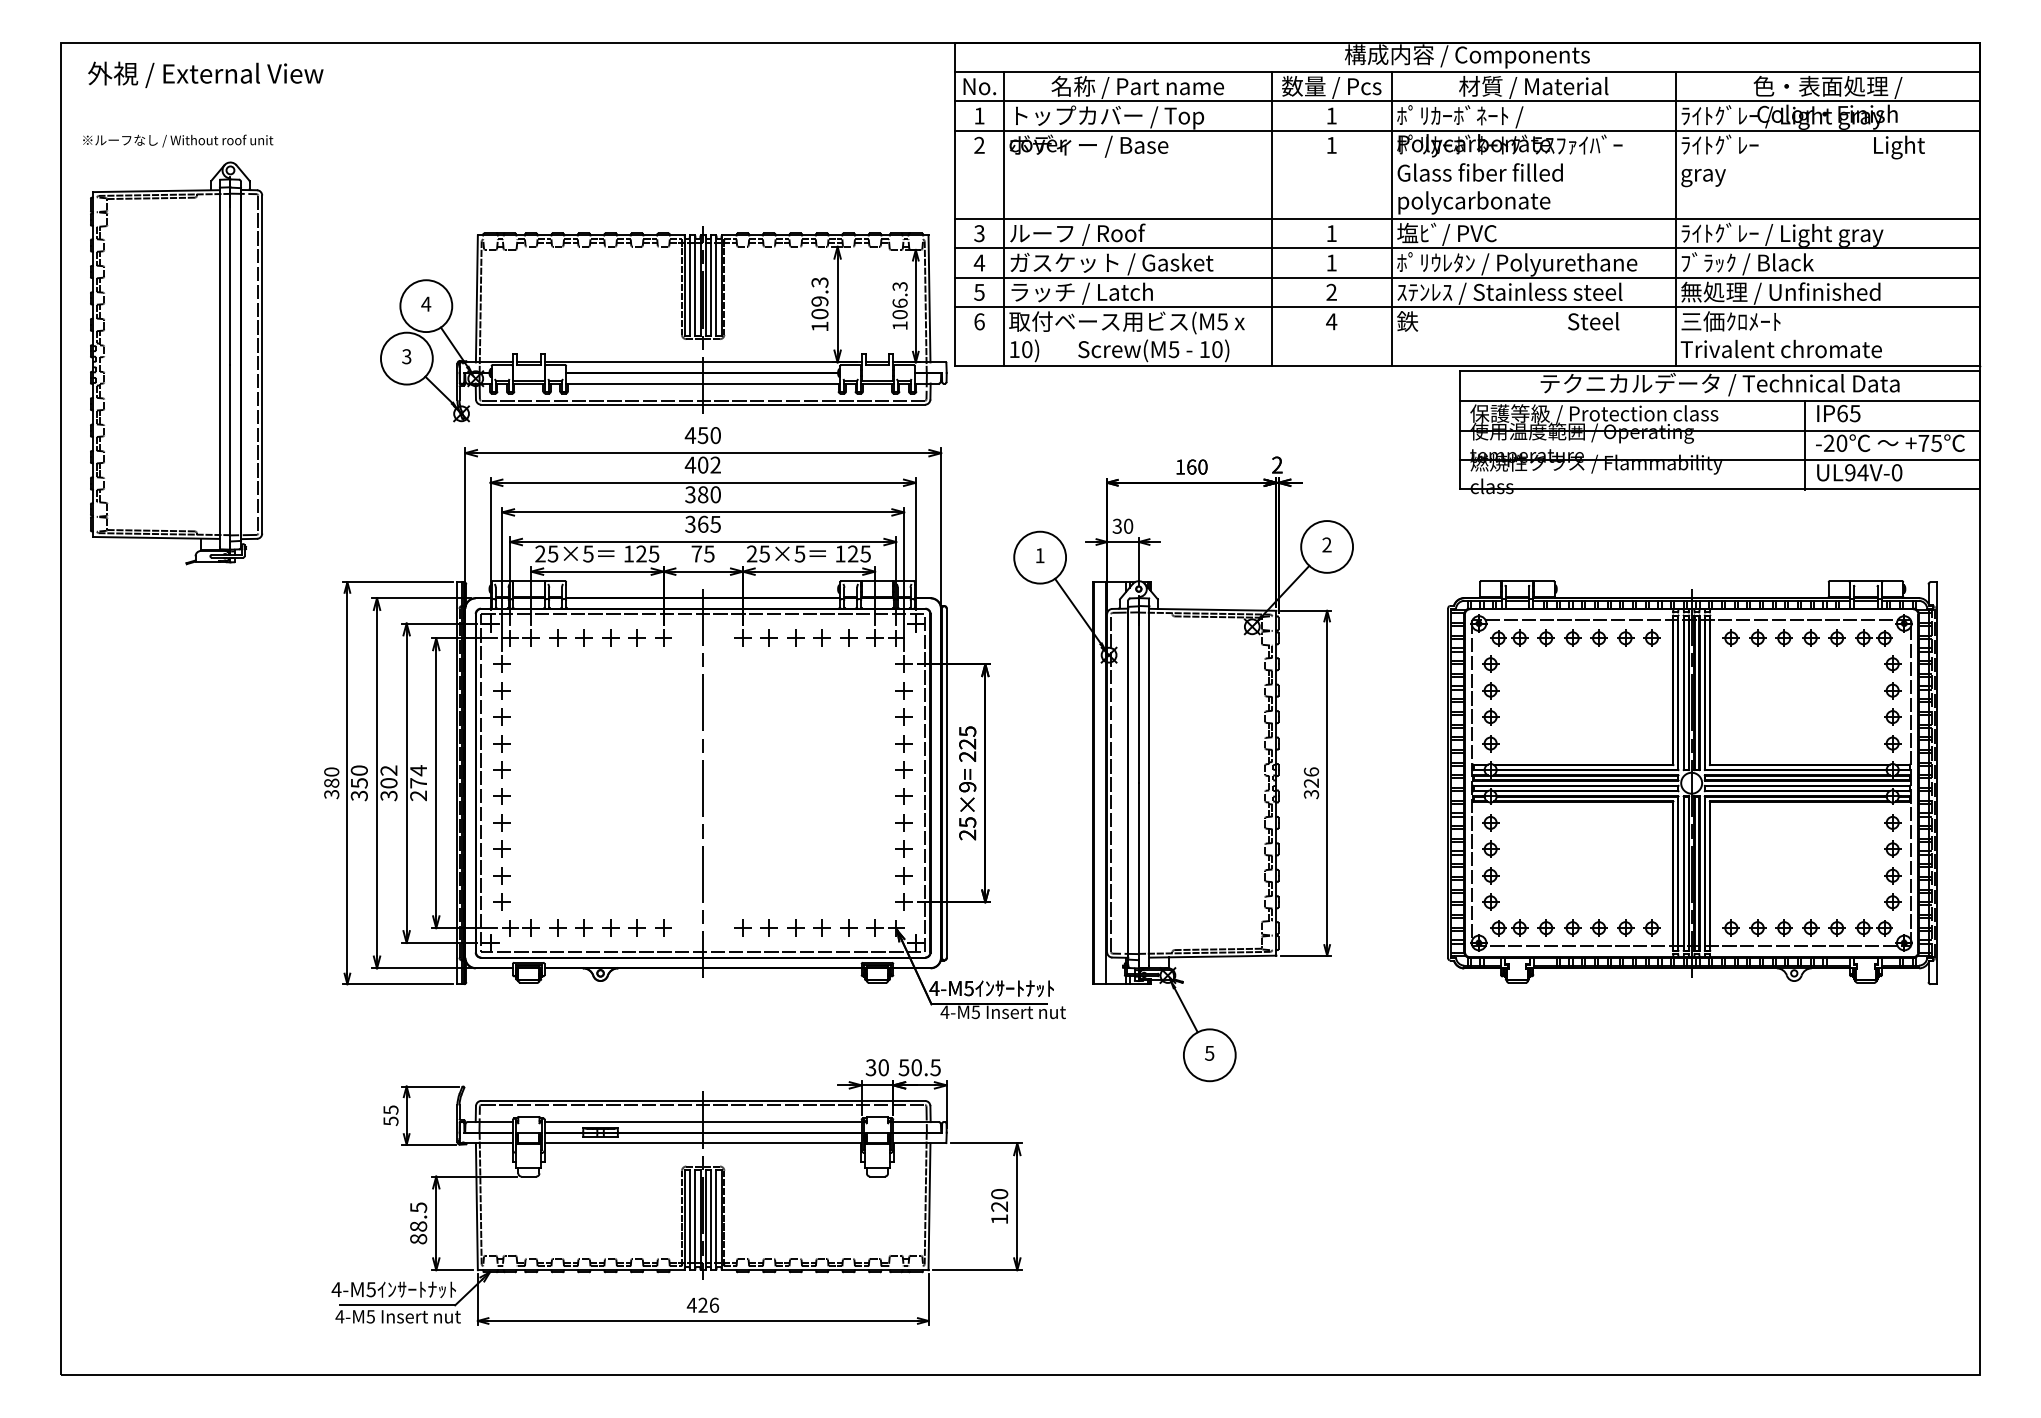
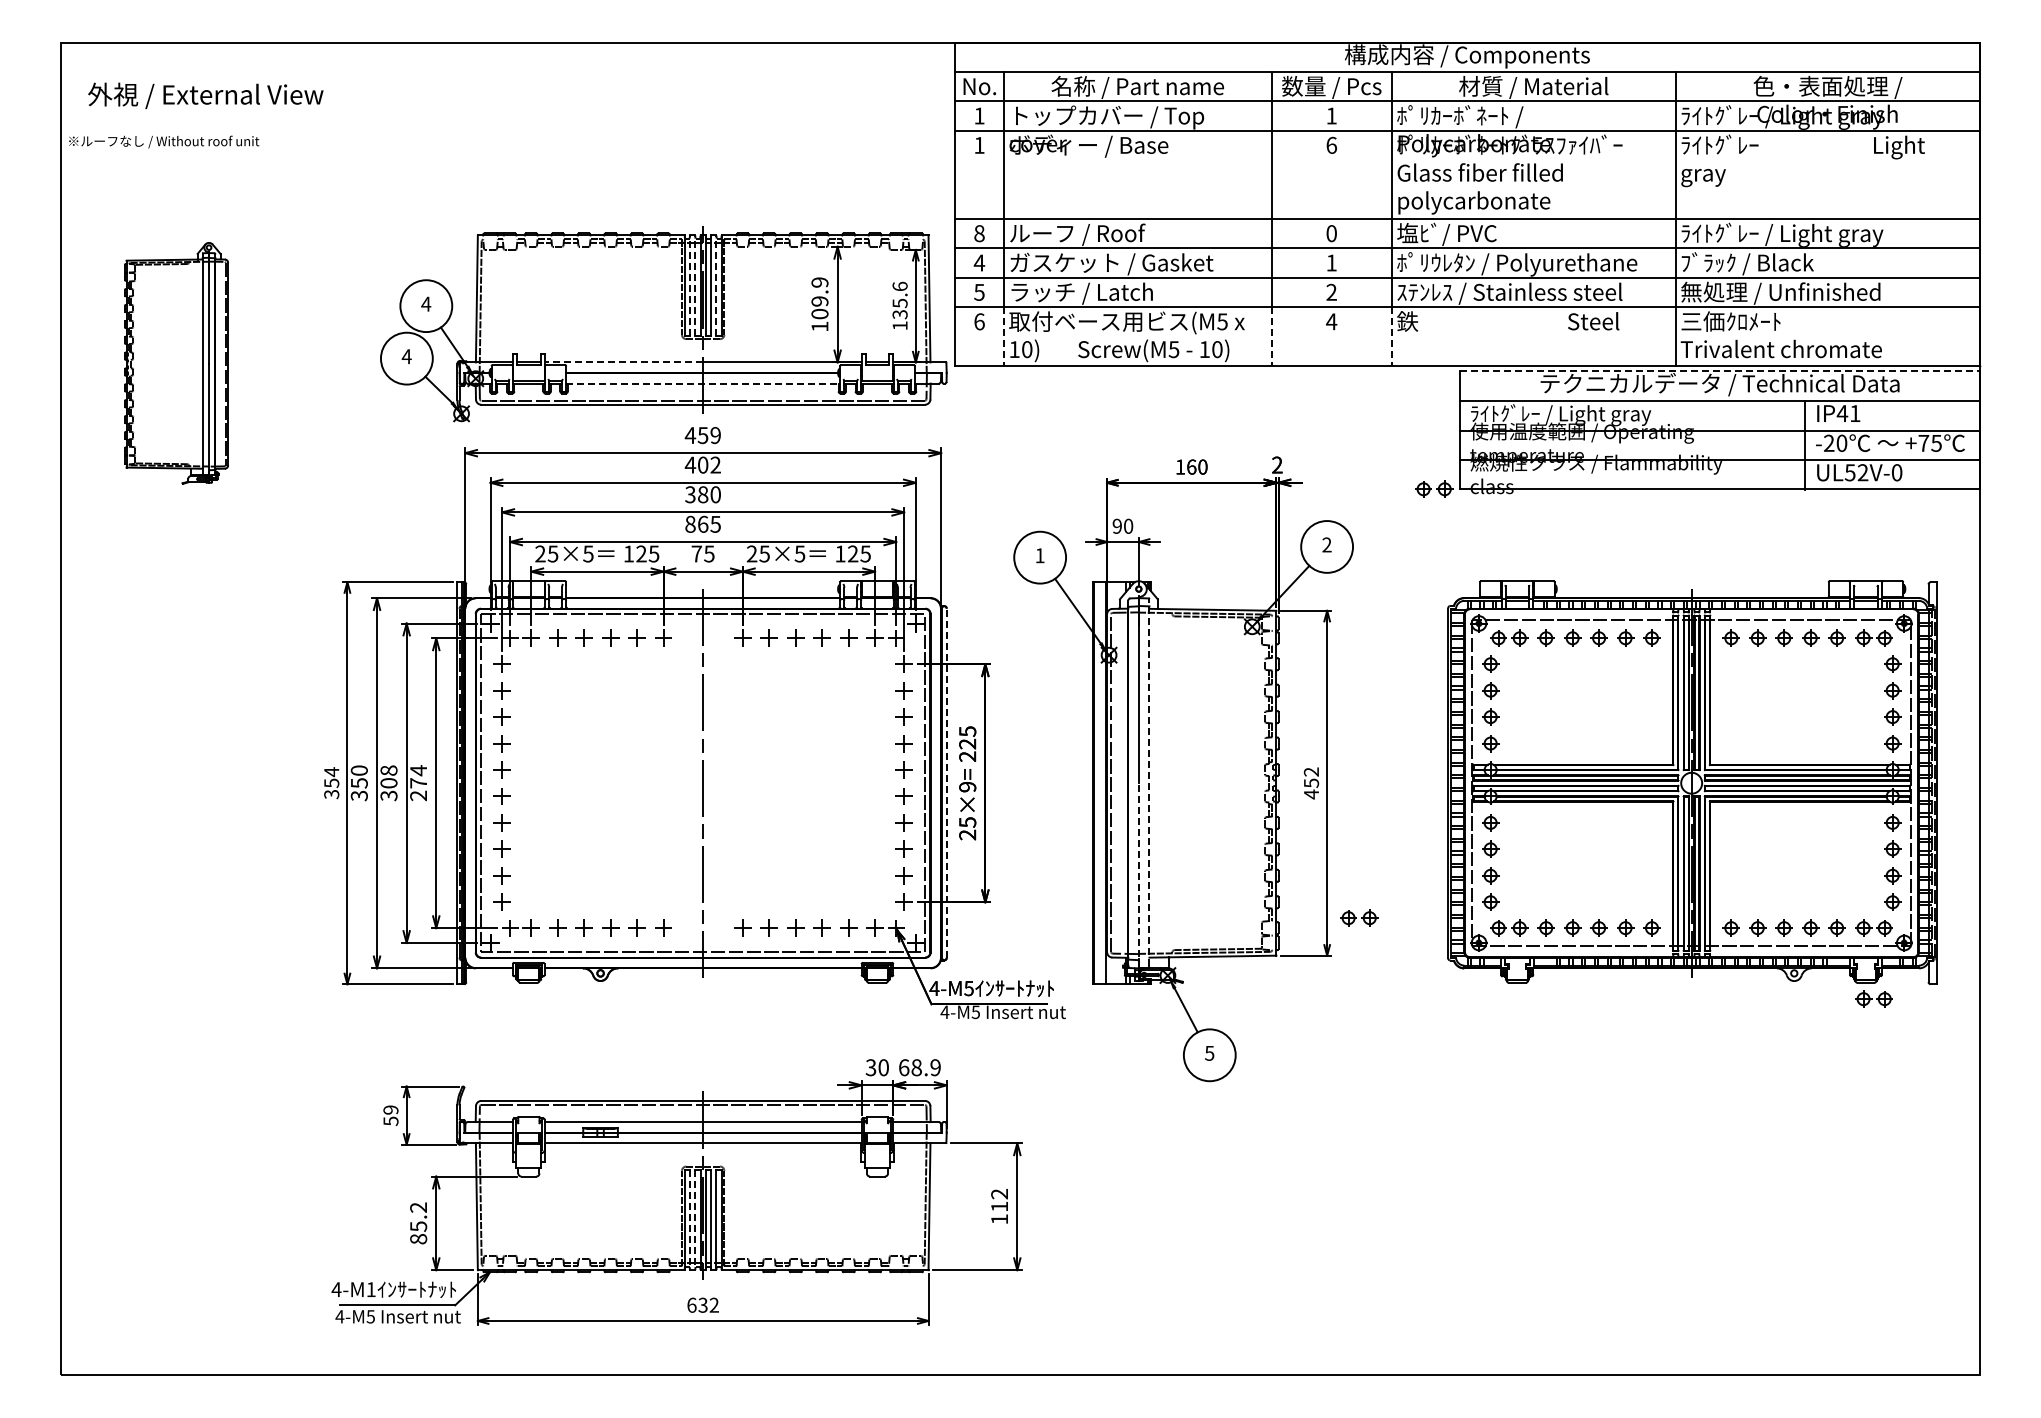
text at (205, 74) position: (205, 74) -> (205, 95)
text at (178, 140) position: (178, 140) -> (164, 141)
text at (979, 144): 2 -> 1
text at (1331, 144): 1 -> 6
text at (979, 233): 3 -> 8
text at (1331, 233): 1 -> 0
text at (819, 282): 109.3 -> 109.9
line at (689, 285): solid -> dashed
line at (695, 285): solid -> dashed
line at (716, 285): solid -> dashed
text at (899, 300): 106.3 -> 135.6
line at (1004, 336): solid -> dashed
line at (1271, 336): solid -> dashed
line at (1392, 336): solid -> dashed
text at (406, 356): 3 -> 4
line at (623, 362): solid -> dashed
part at (176, 363) size: 174x405 px -> 105x243 px
line at (1719, 371): solid -> dashed
line at (703, 383): solid -> dashed
text at (1848, 413): IP65 -> IP41
text at (1594, 415): 保護等級 / Protection class -> ﾗｲﾄｸﾞﾚｰ / Light gray
text at (715, 435): 450 -> 459
text at (1856, 472): UL94V-0 -> UL52V-0
part at (1434, 488): none -> present
text at (690, 523): 365 -> 865
text at (1116, 526): 30 -> 90
text at (388, 770): 302 -> 308
text at (331, 777): 380 -> 354
line at (1149, 781): solid -> dashed
line at (946, 783): solid -> dashed
text at (1311, 783): 326 -> 452
line at (1138, 875): solid -> dashed
part at (1359, 917): none -> present
part at (1873, 998): none -> present
text at (919, 1067): 50.5 -> 68.9
text at (390, 1109): 55 -> 59
text at (999, 1200): 120 -> 112
text at (418, 1216): 88.5 -> 85.2
line at (689, 1220): solid -> dashed
line at (695, 1220): solid -> dashed
text at (370, 1289): 4-M5 -> 4-M1
text at (702, 1304): 426 -> 632
